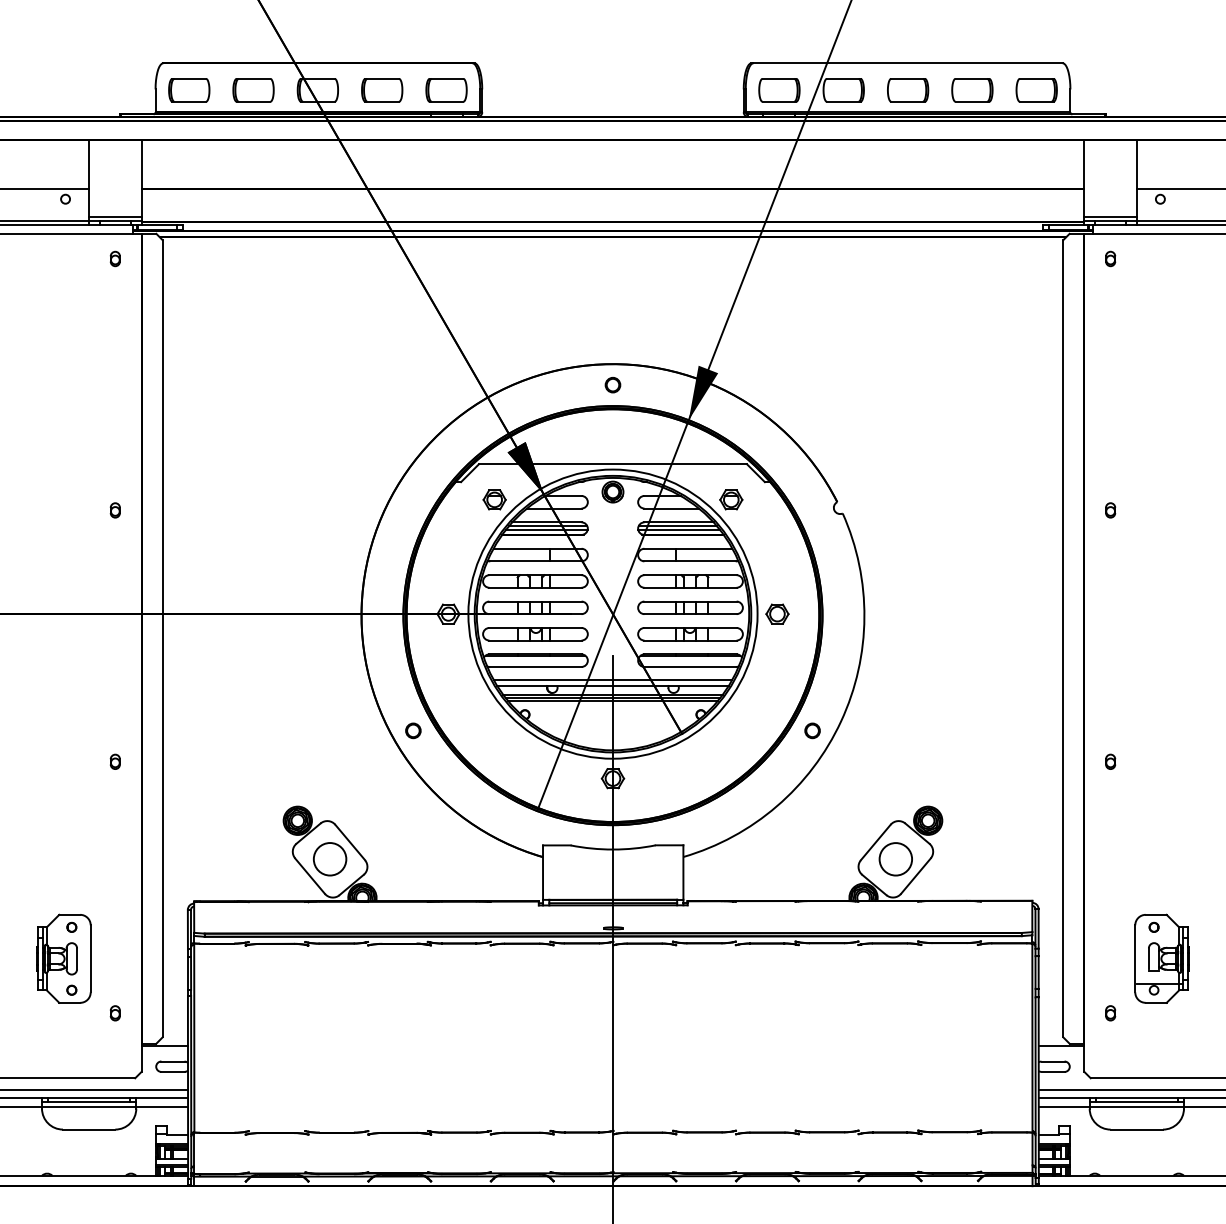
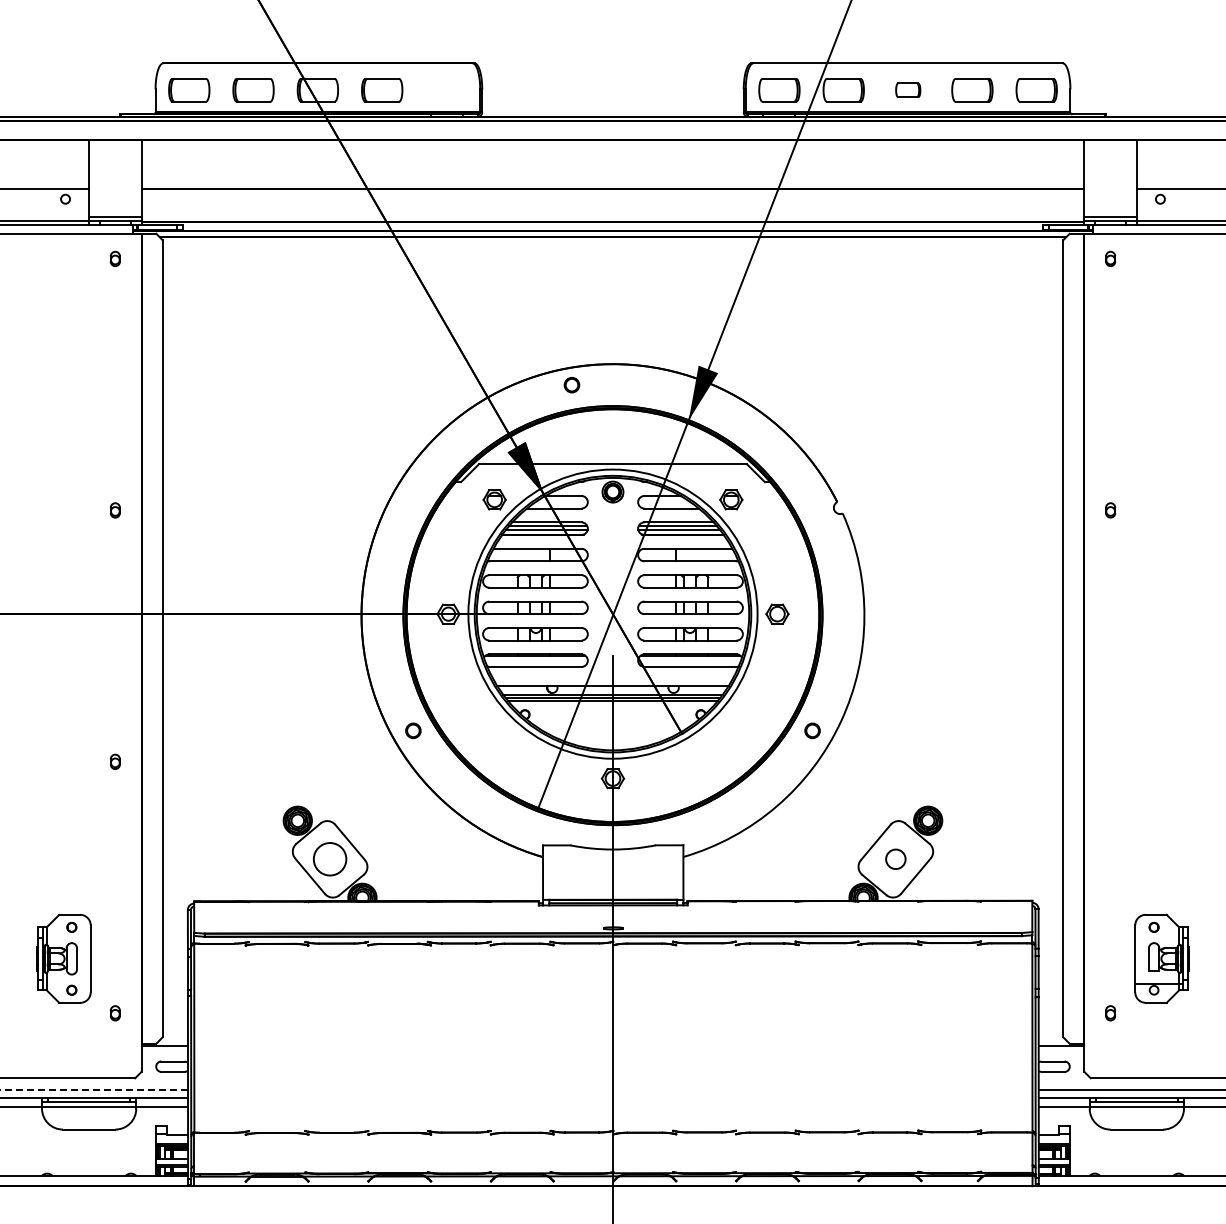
part at (446, 90): present -> none
part at (908, 90) size: 43x25 px -> 27x16 px
part at (612, 385) position: (612, 385) -> (571, 385)
line at (612, 680): present -> none
part at (1110, 761): present -> none
circle at (895, 859) diameter: 32 px -> 19 px
line at (94, 1089): solid -> dashed
